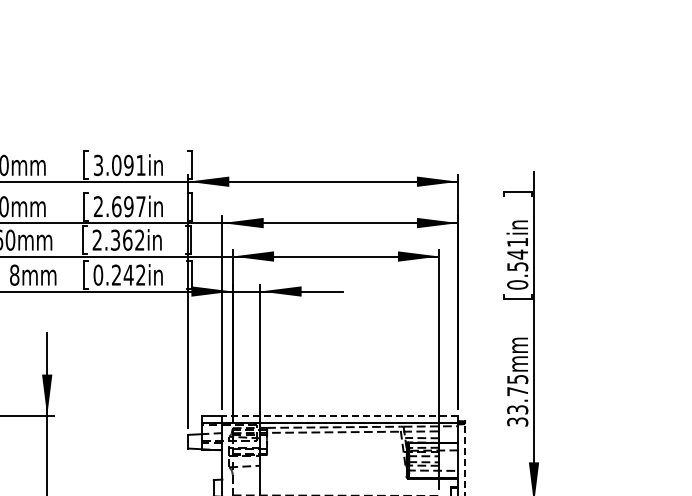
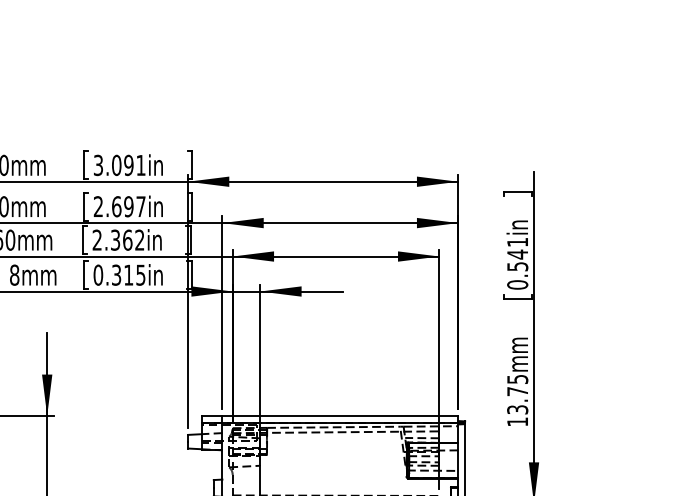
text at (128, 274): 0.242in -> 0.315in
line at (340, 415): dashed -> solid
text at (517, 421): 33.75mm -> 13.75mm
line at (465, 458): dashed -> solid
